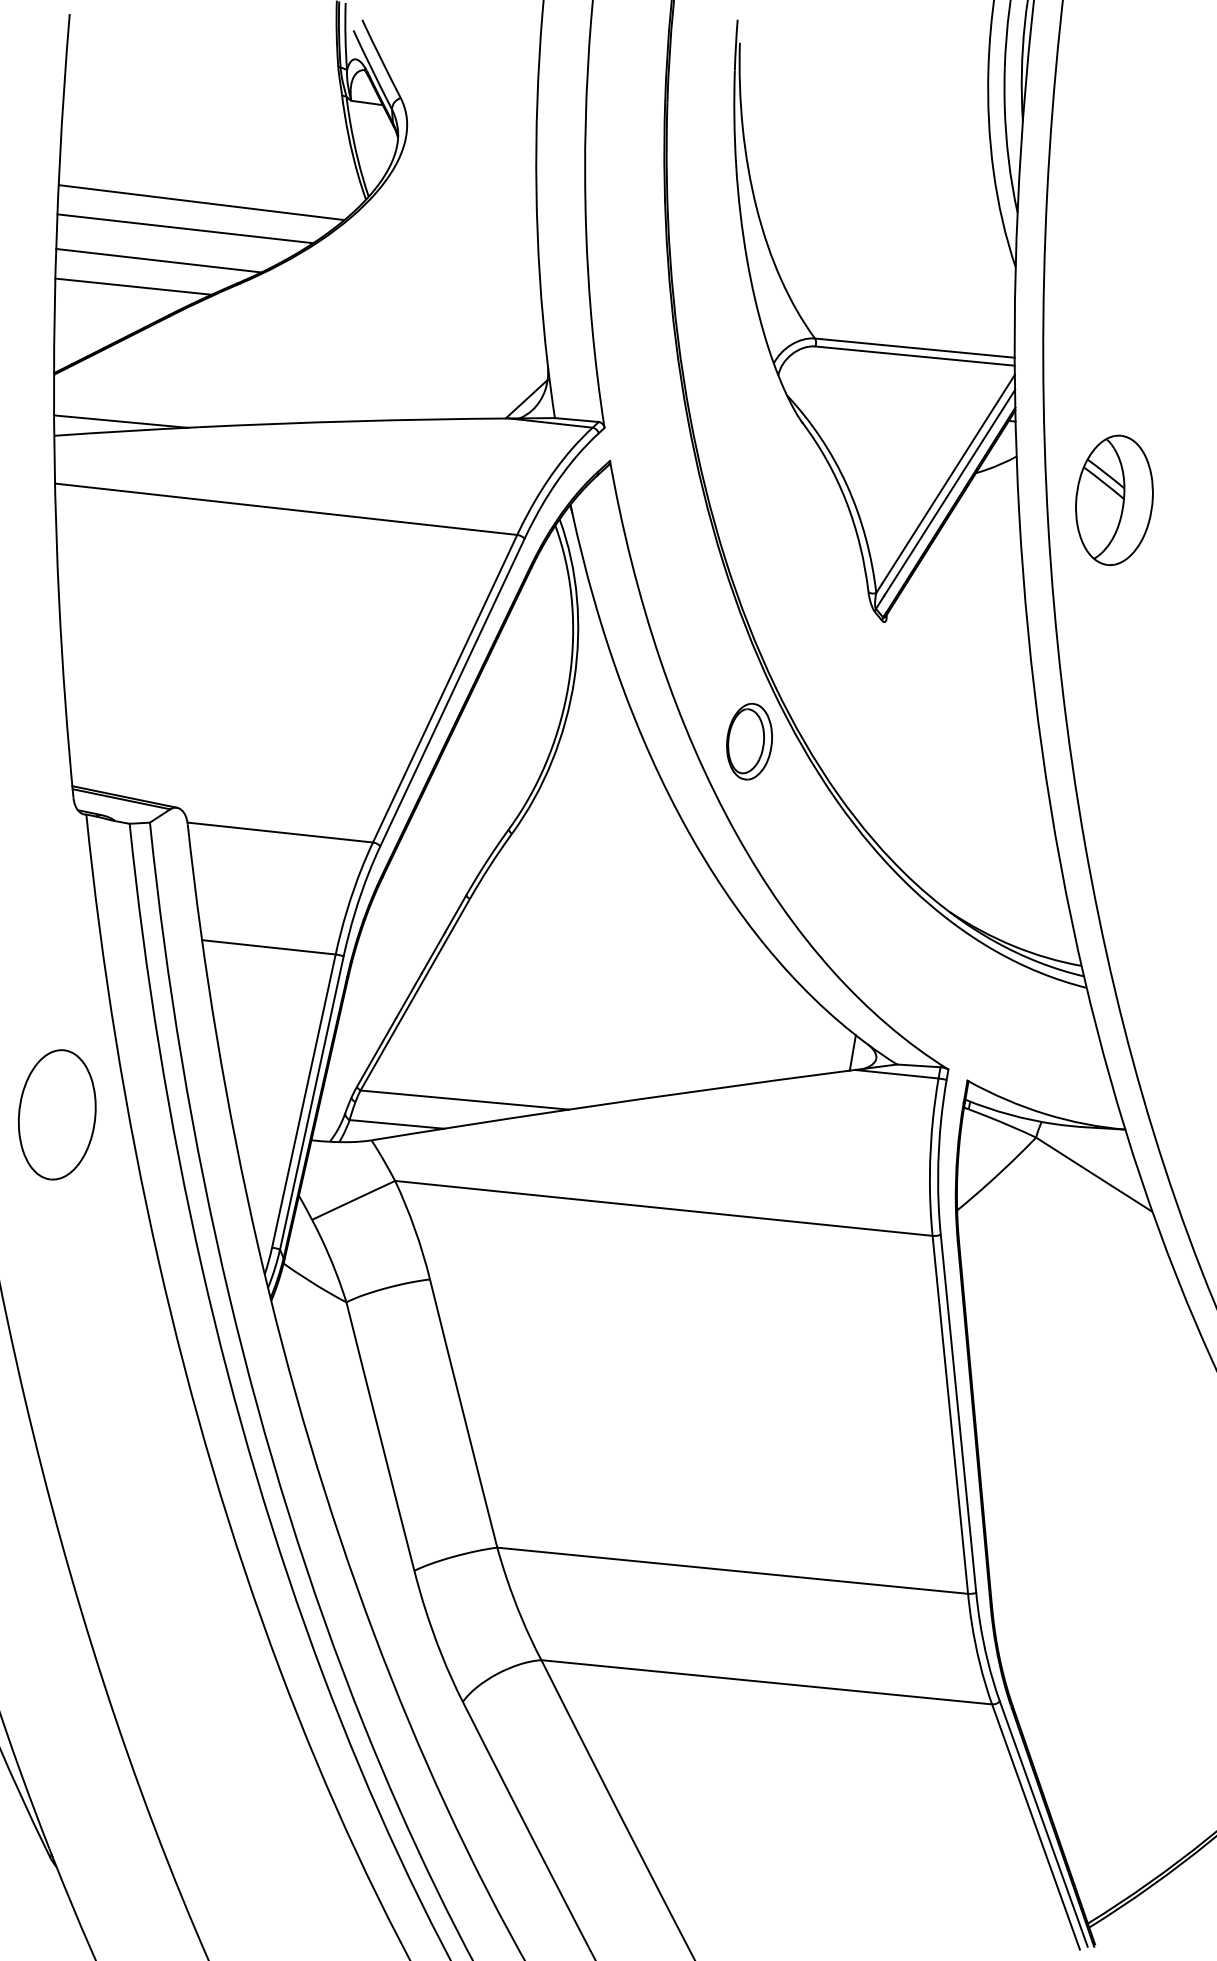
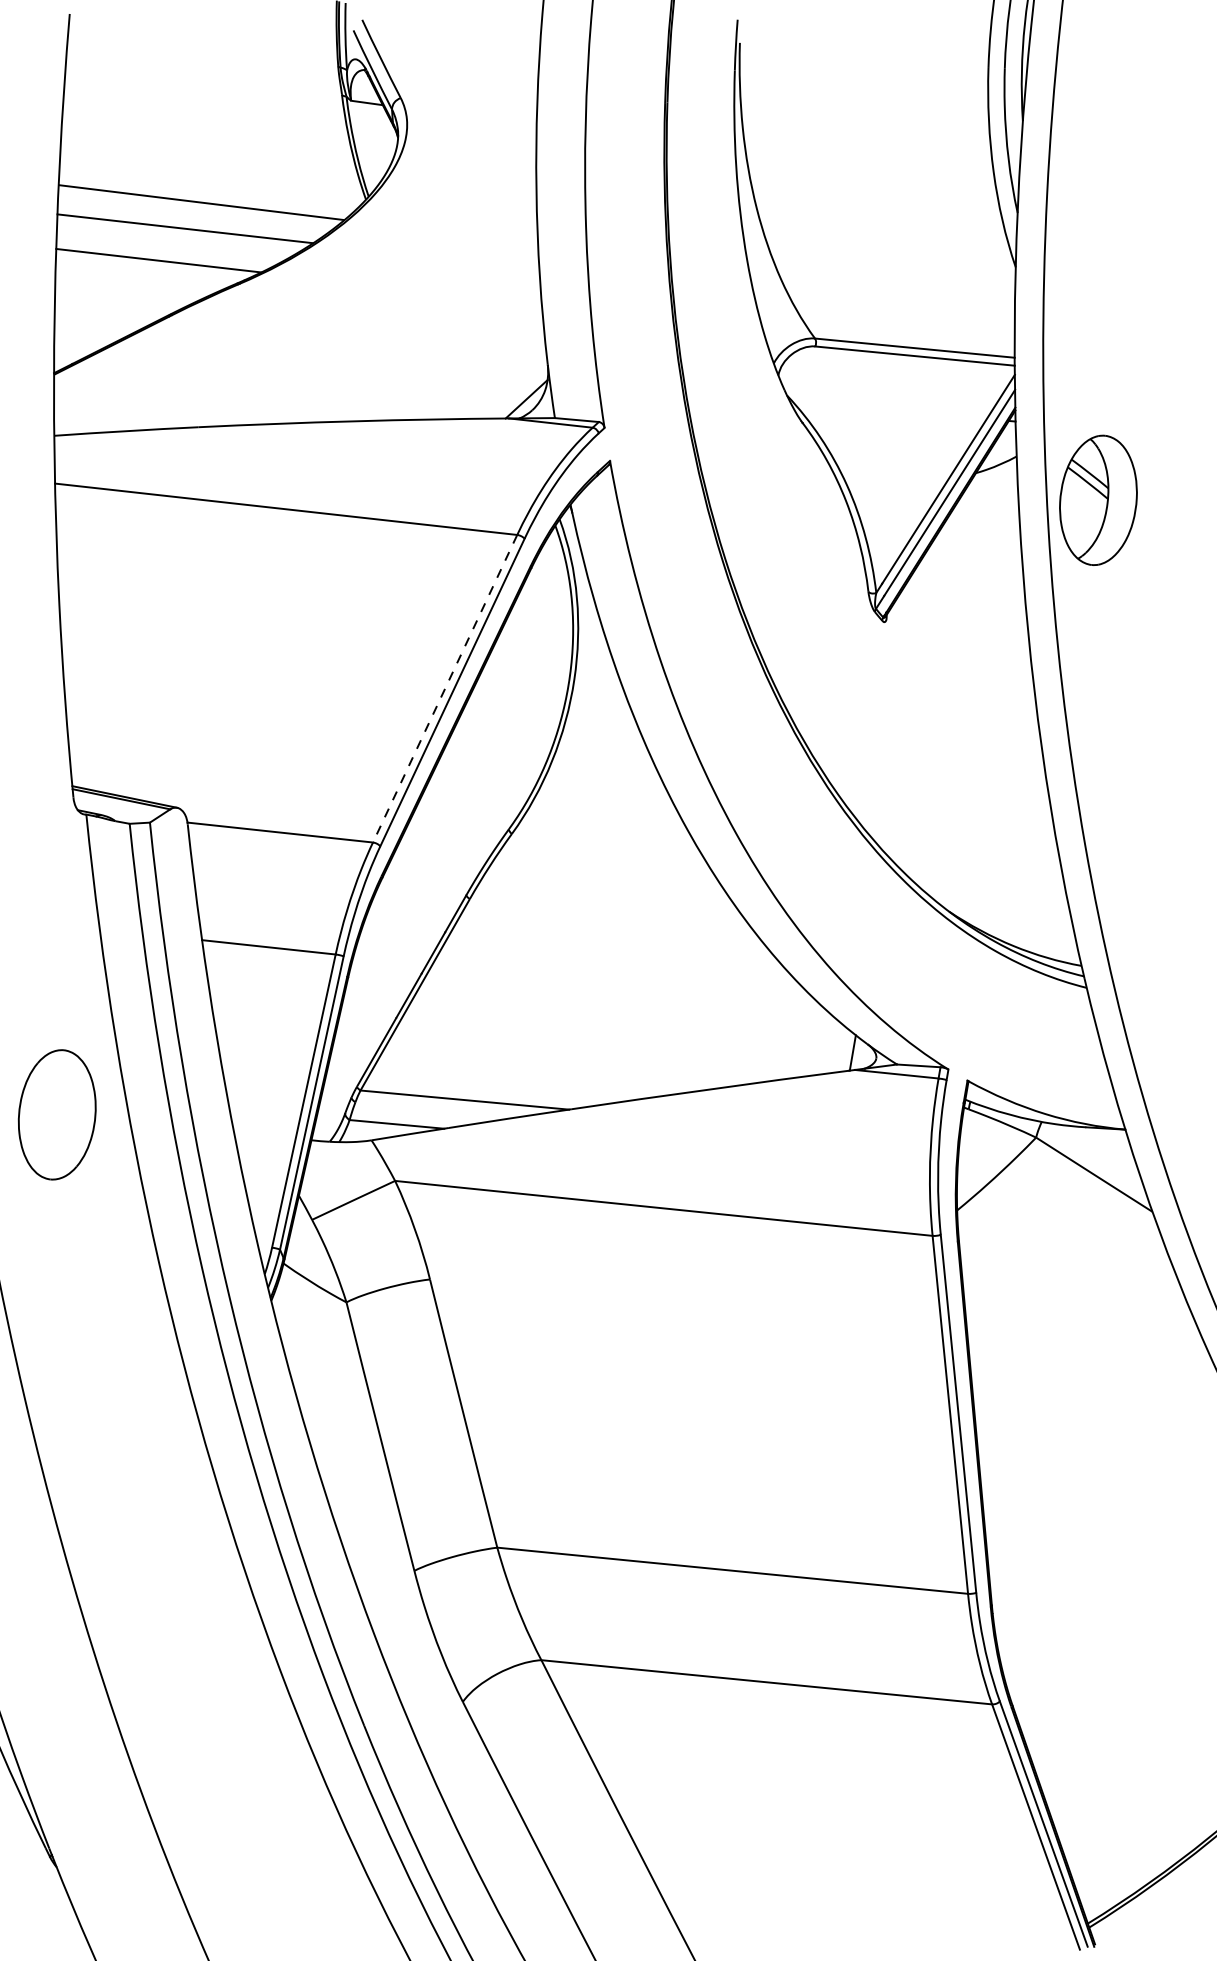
line at (133, 286): present -> none
line at (120, 421): present -> none
part at (1114, 499) position: (1114, 499) -> (1098, 499)
line at (445, 688): solid -> dashed
part at (749, 741): present -> none
